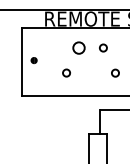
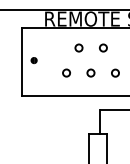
circle at (78, 47) size: 14x14 px -> 10x10 px
circle at (90, 72): none -> present
